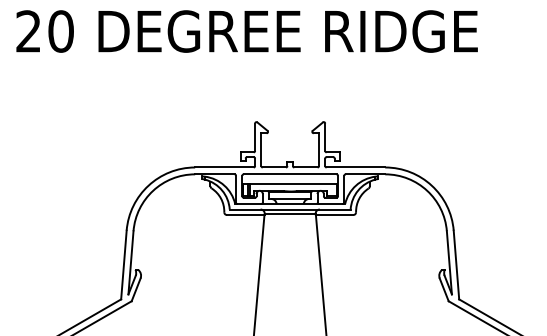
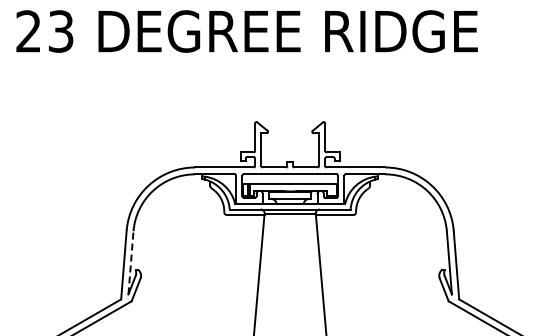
text at (60, 31): 20 -> 23
line at (130, 262): solid -> dashed
